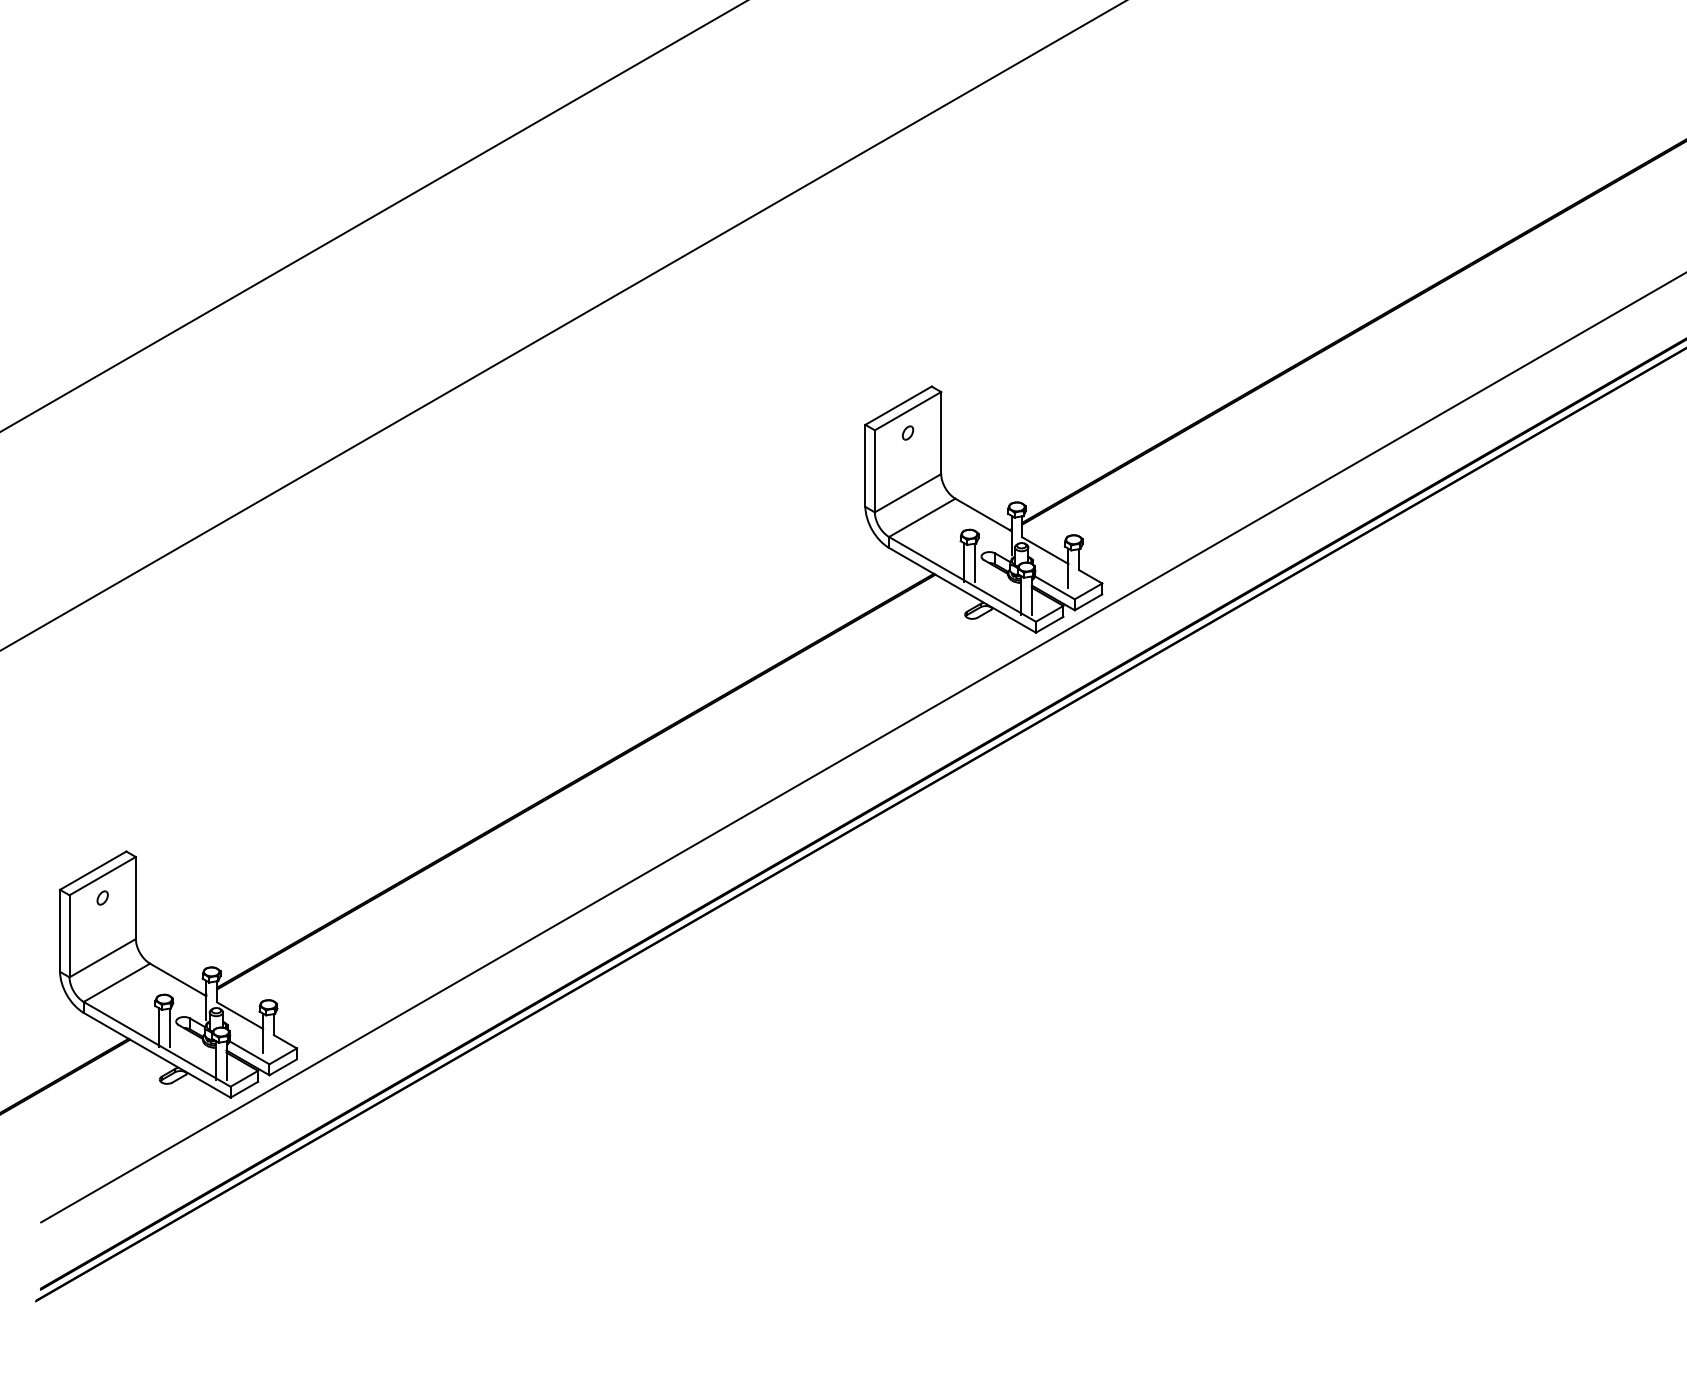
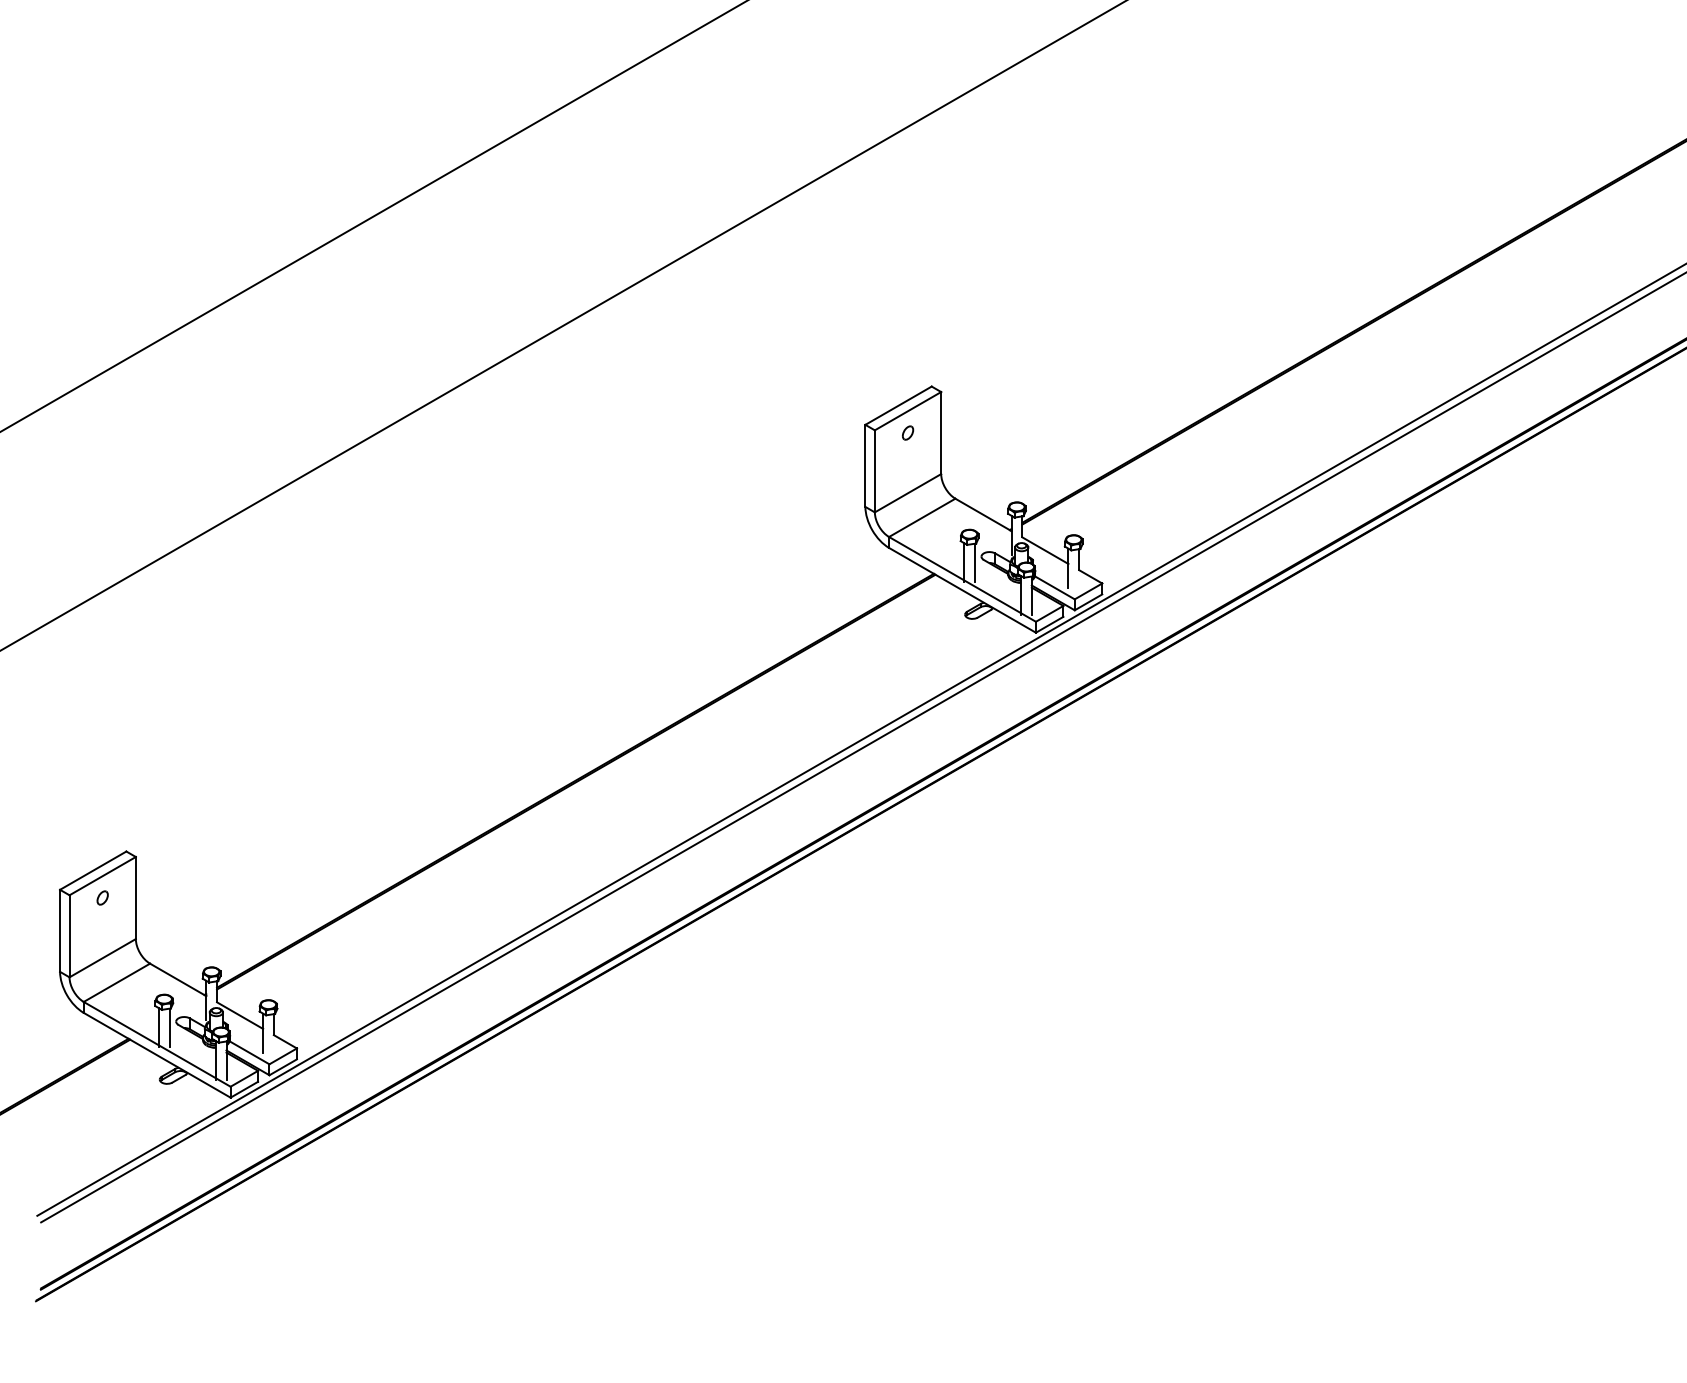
line at (860, 740): none -> present
